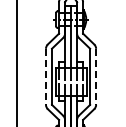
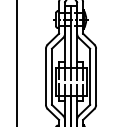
line at (46, 77): dashed -> solid
line at (96, 77): dashed -> solid
